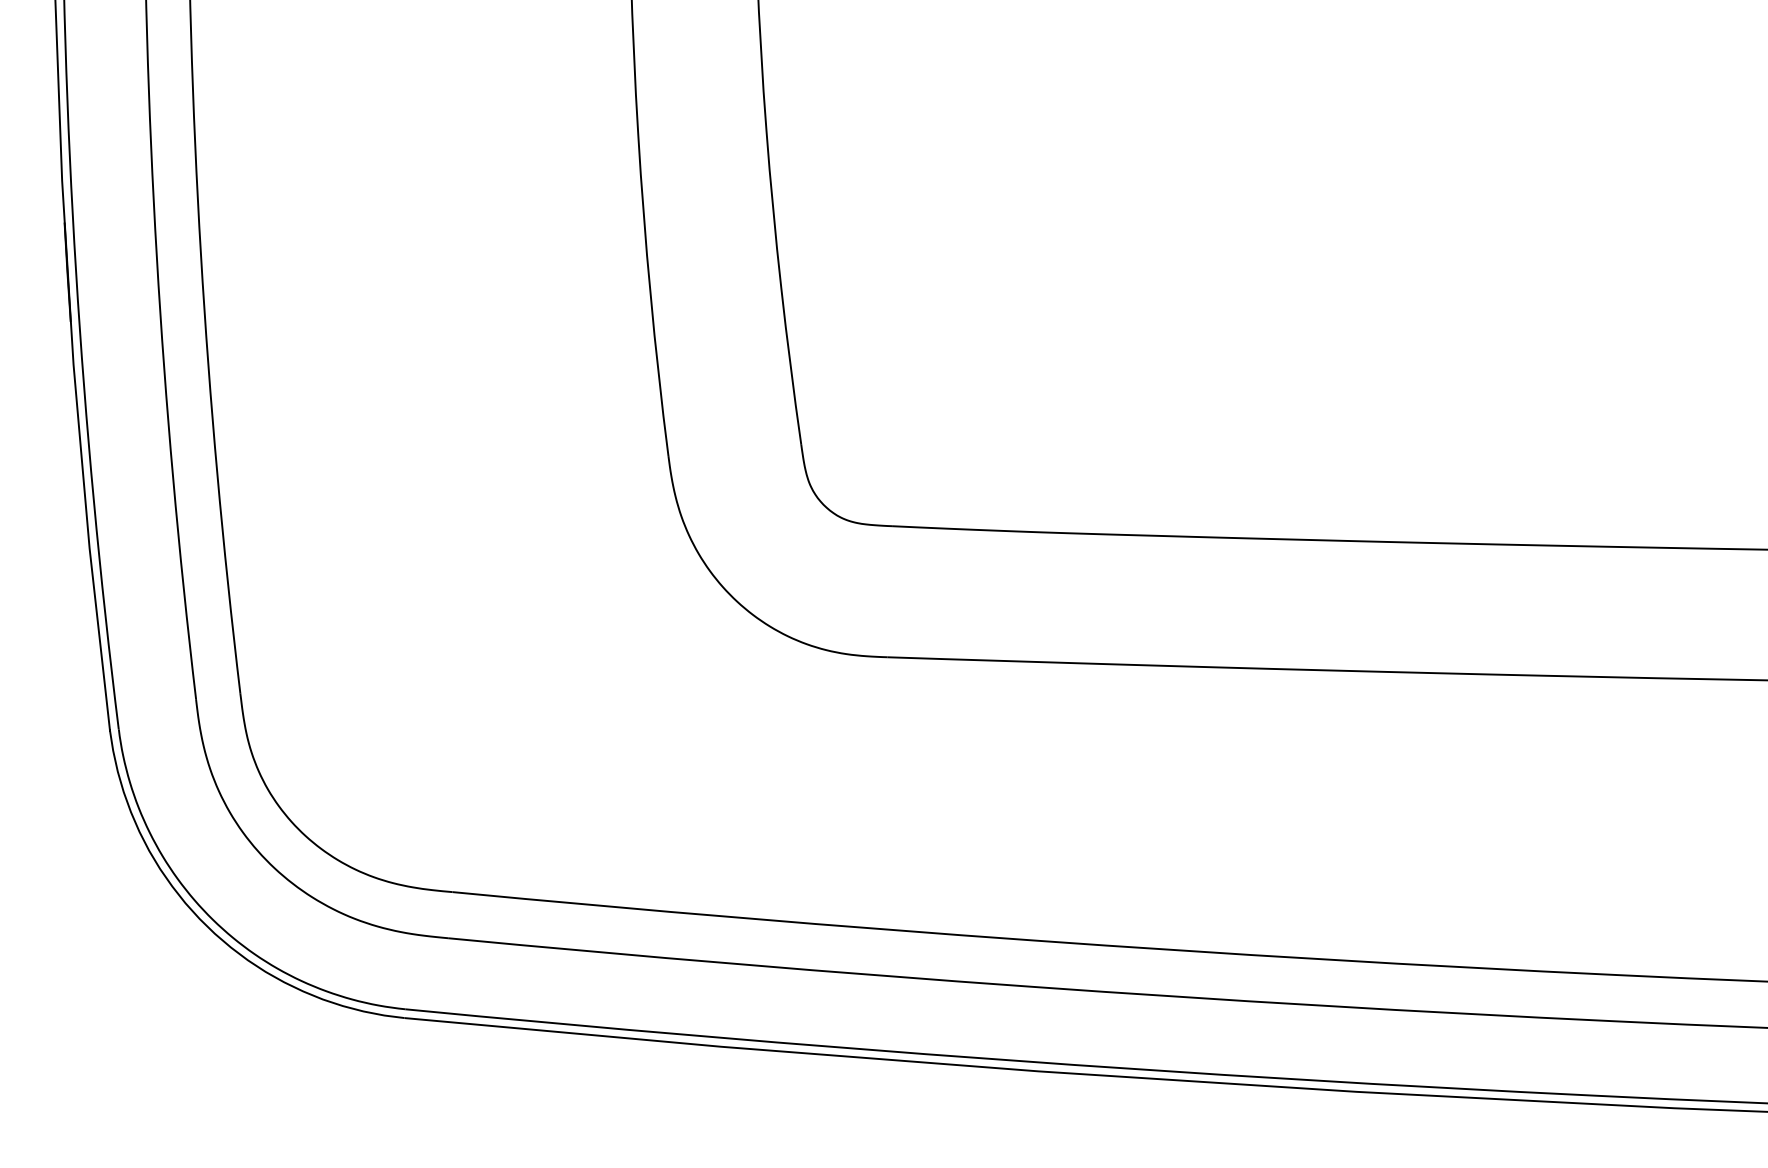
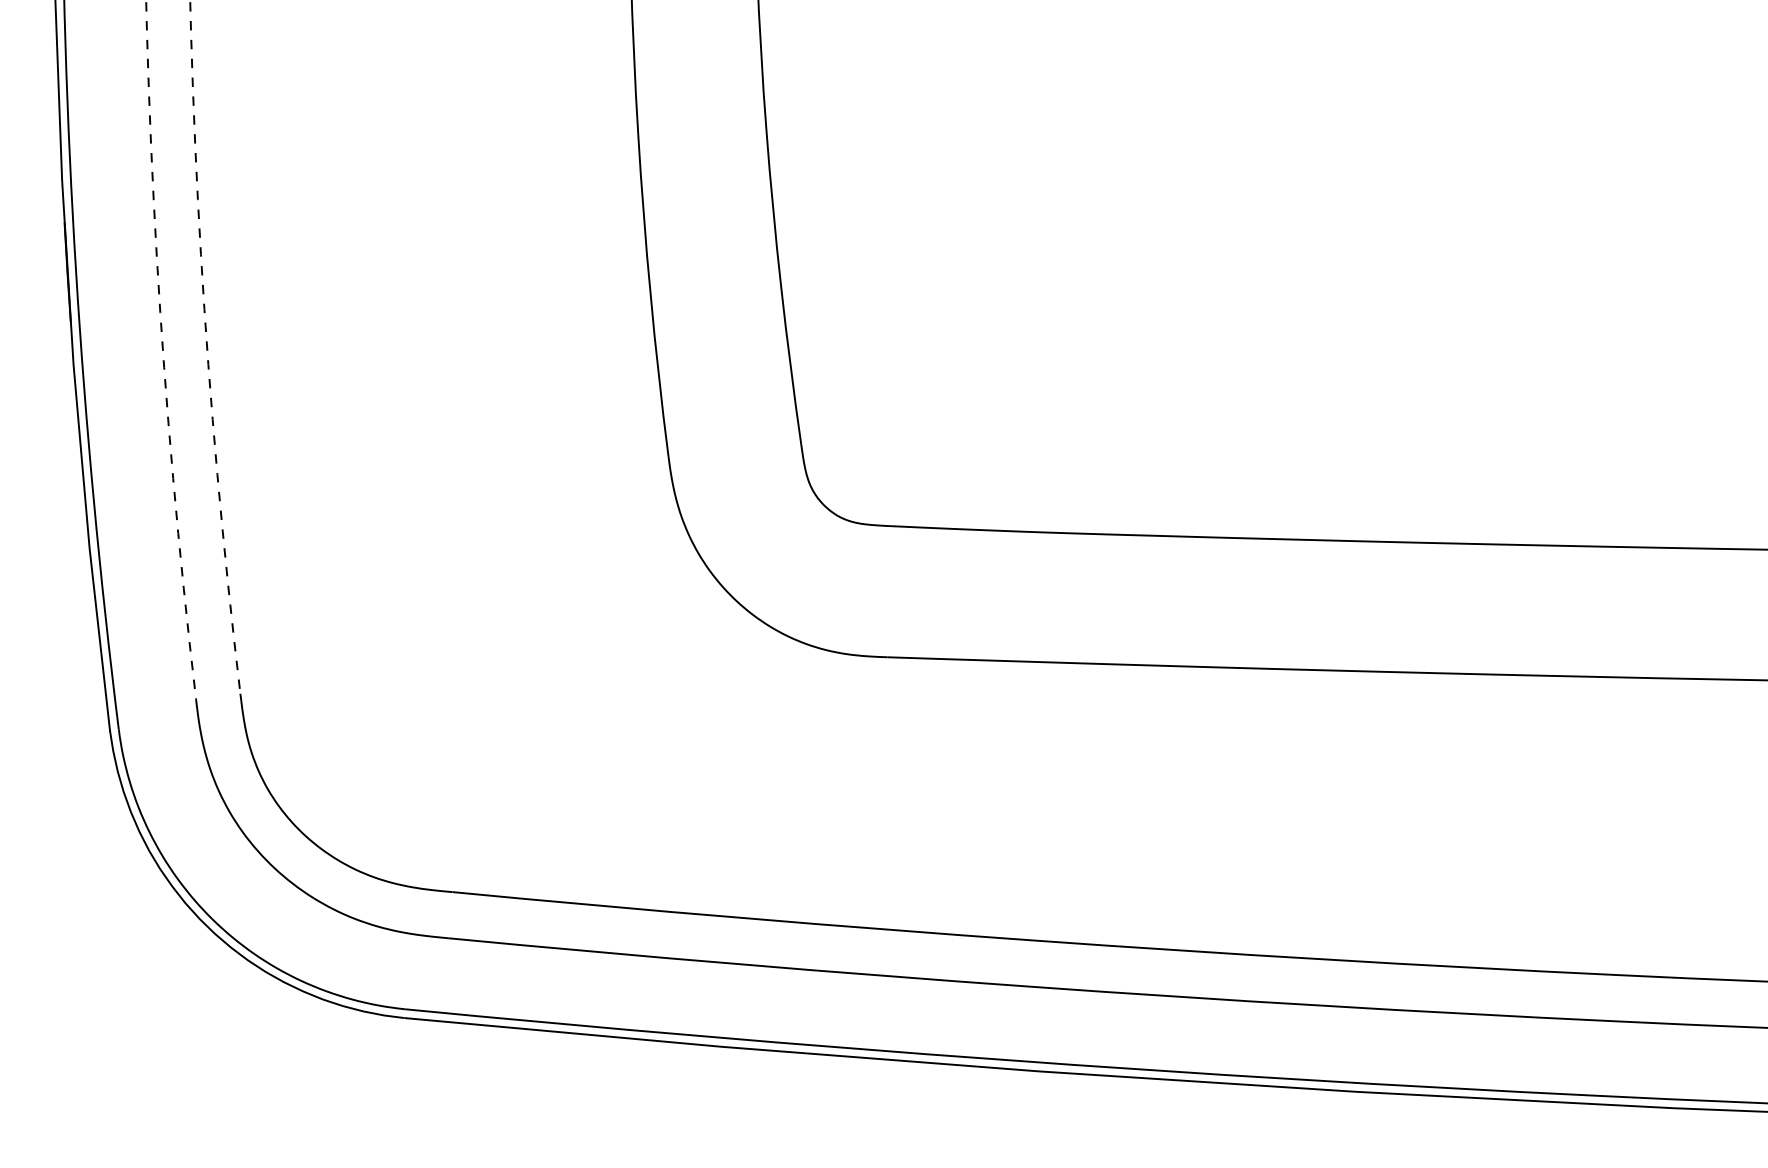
arc at (207, 347): solid -> dashed
arc at (163, 350): solid -> dashed
